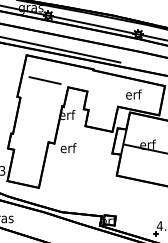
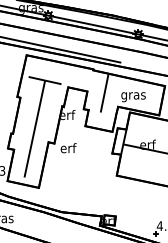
line at (104, 92): none -> present
text at (133, 95): erf -> gras
line at (34, 128): none -> present
